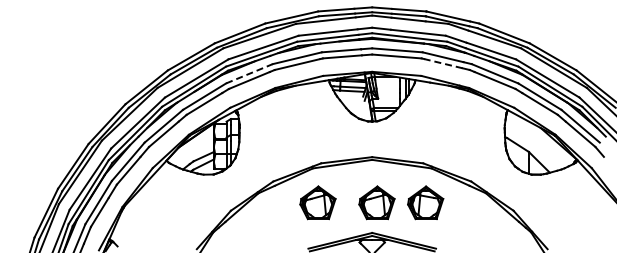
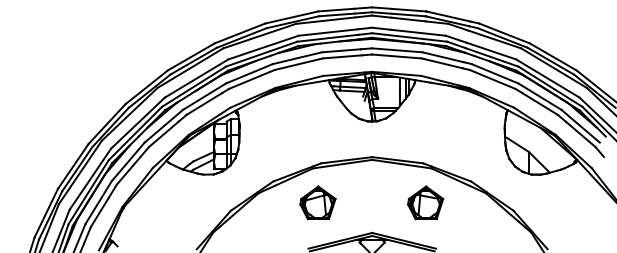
line at (443, 63): dashed -> solid
line at (249, 73): dashed -> solid
part at (376, 202): present -> none
